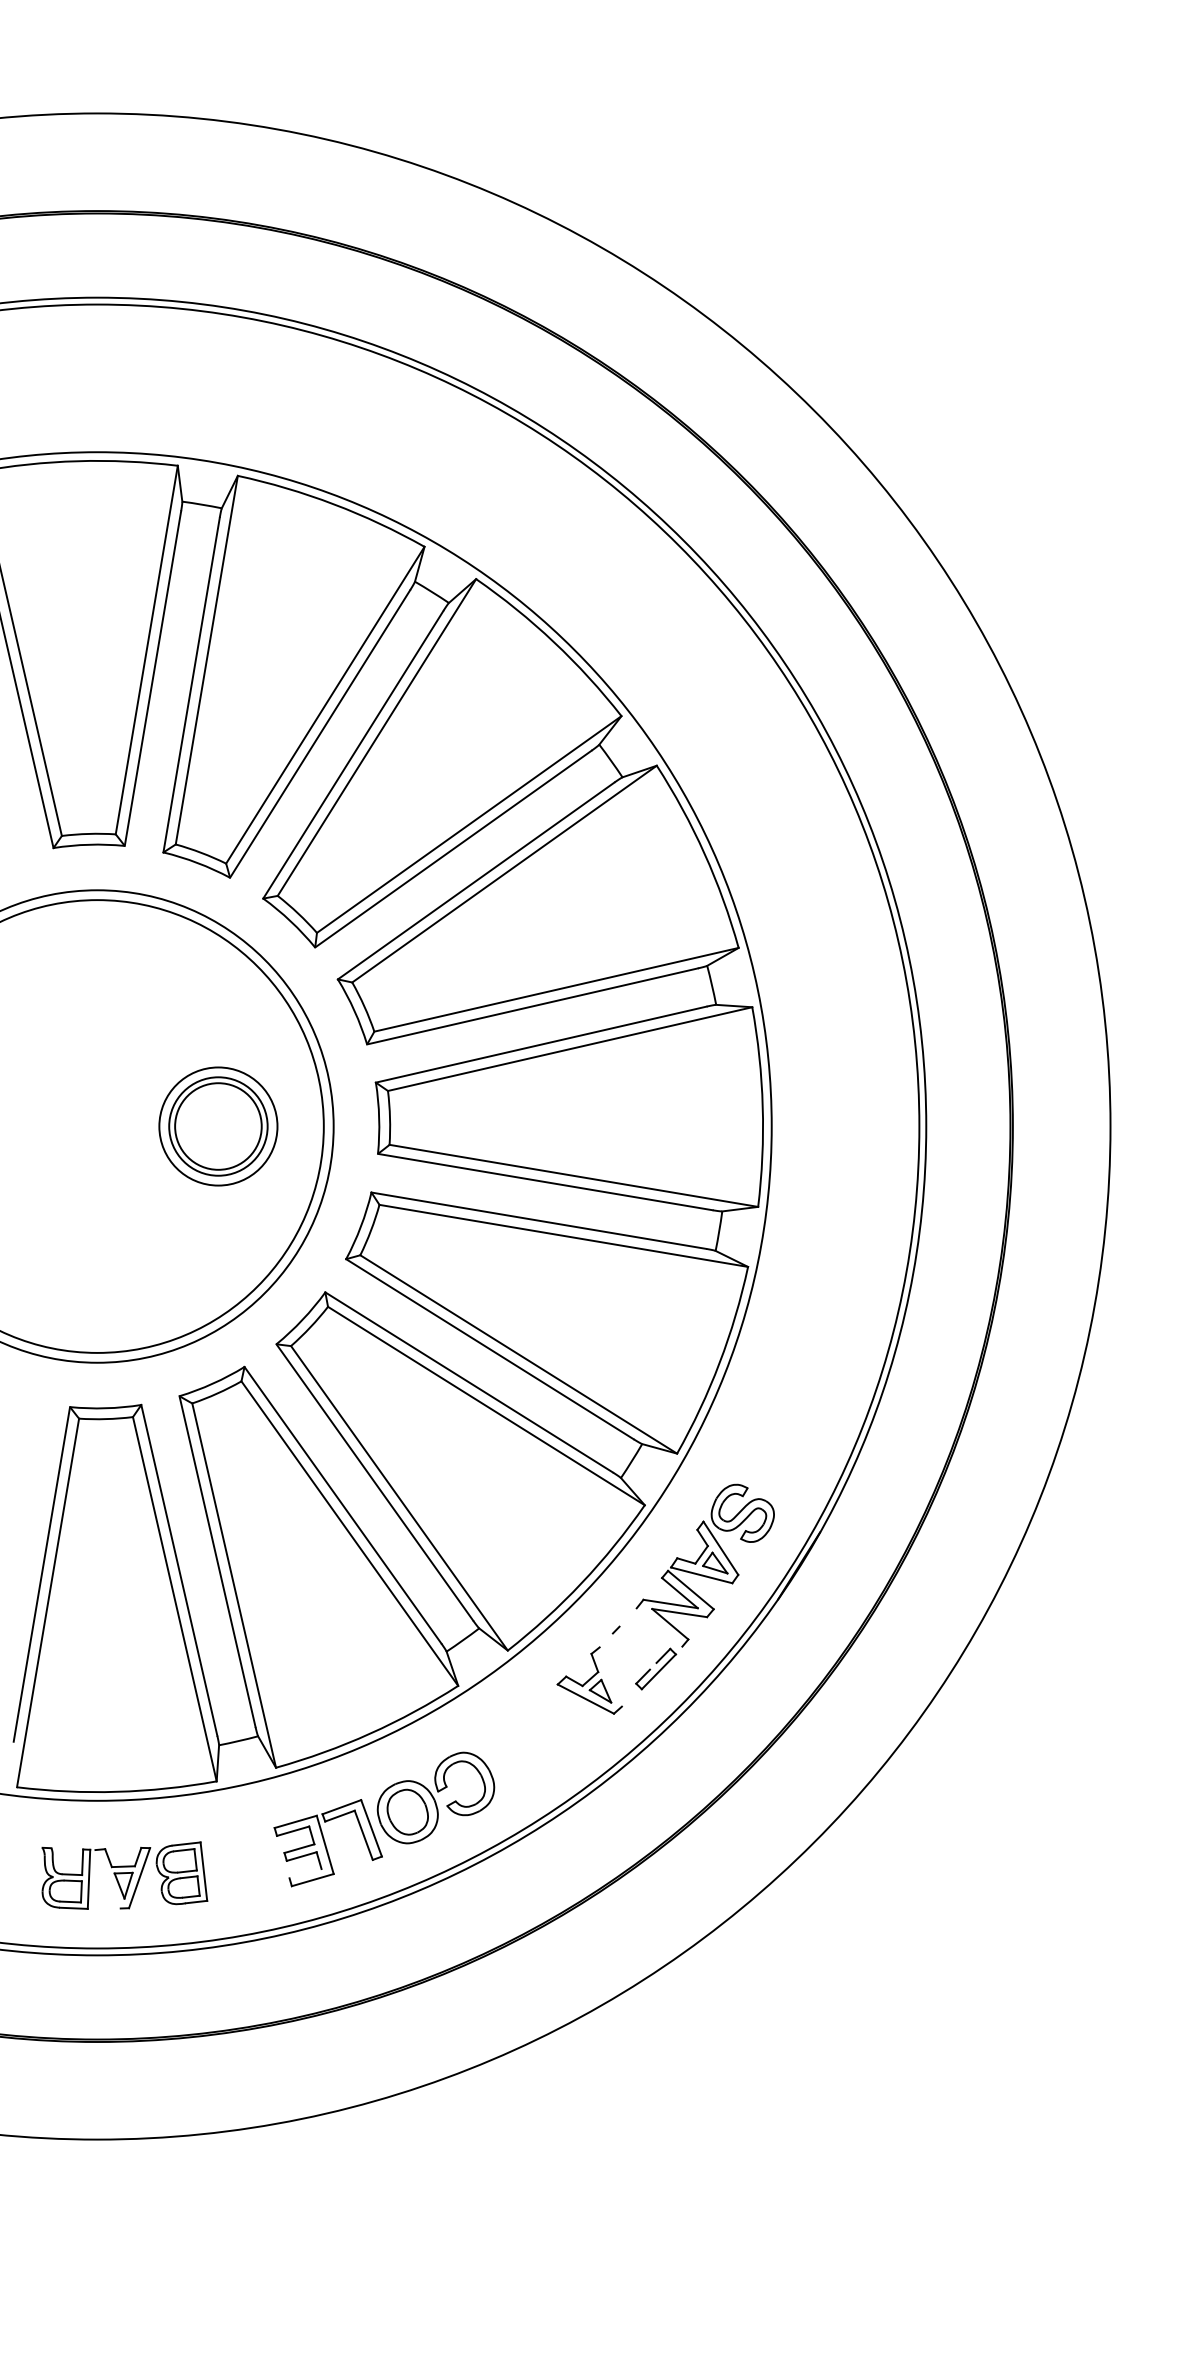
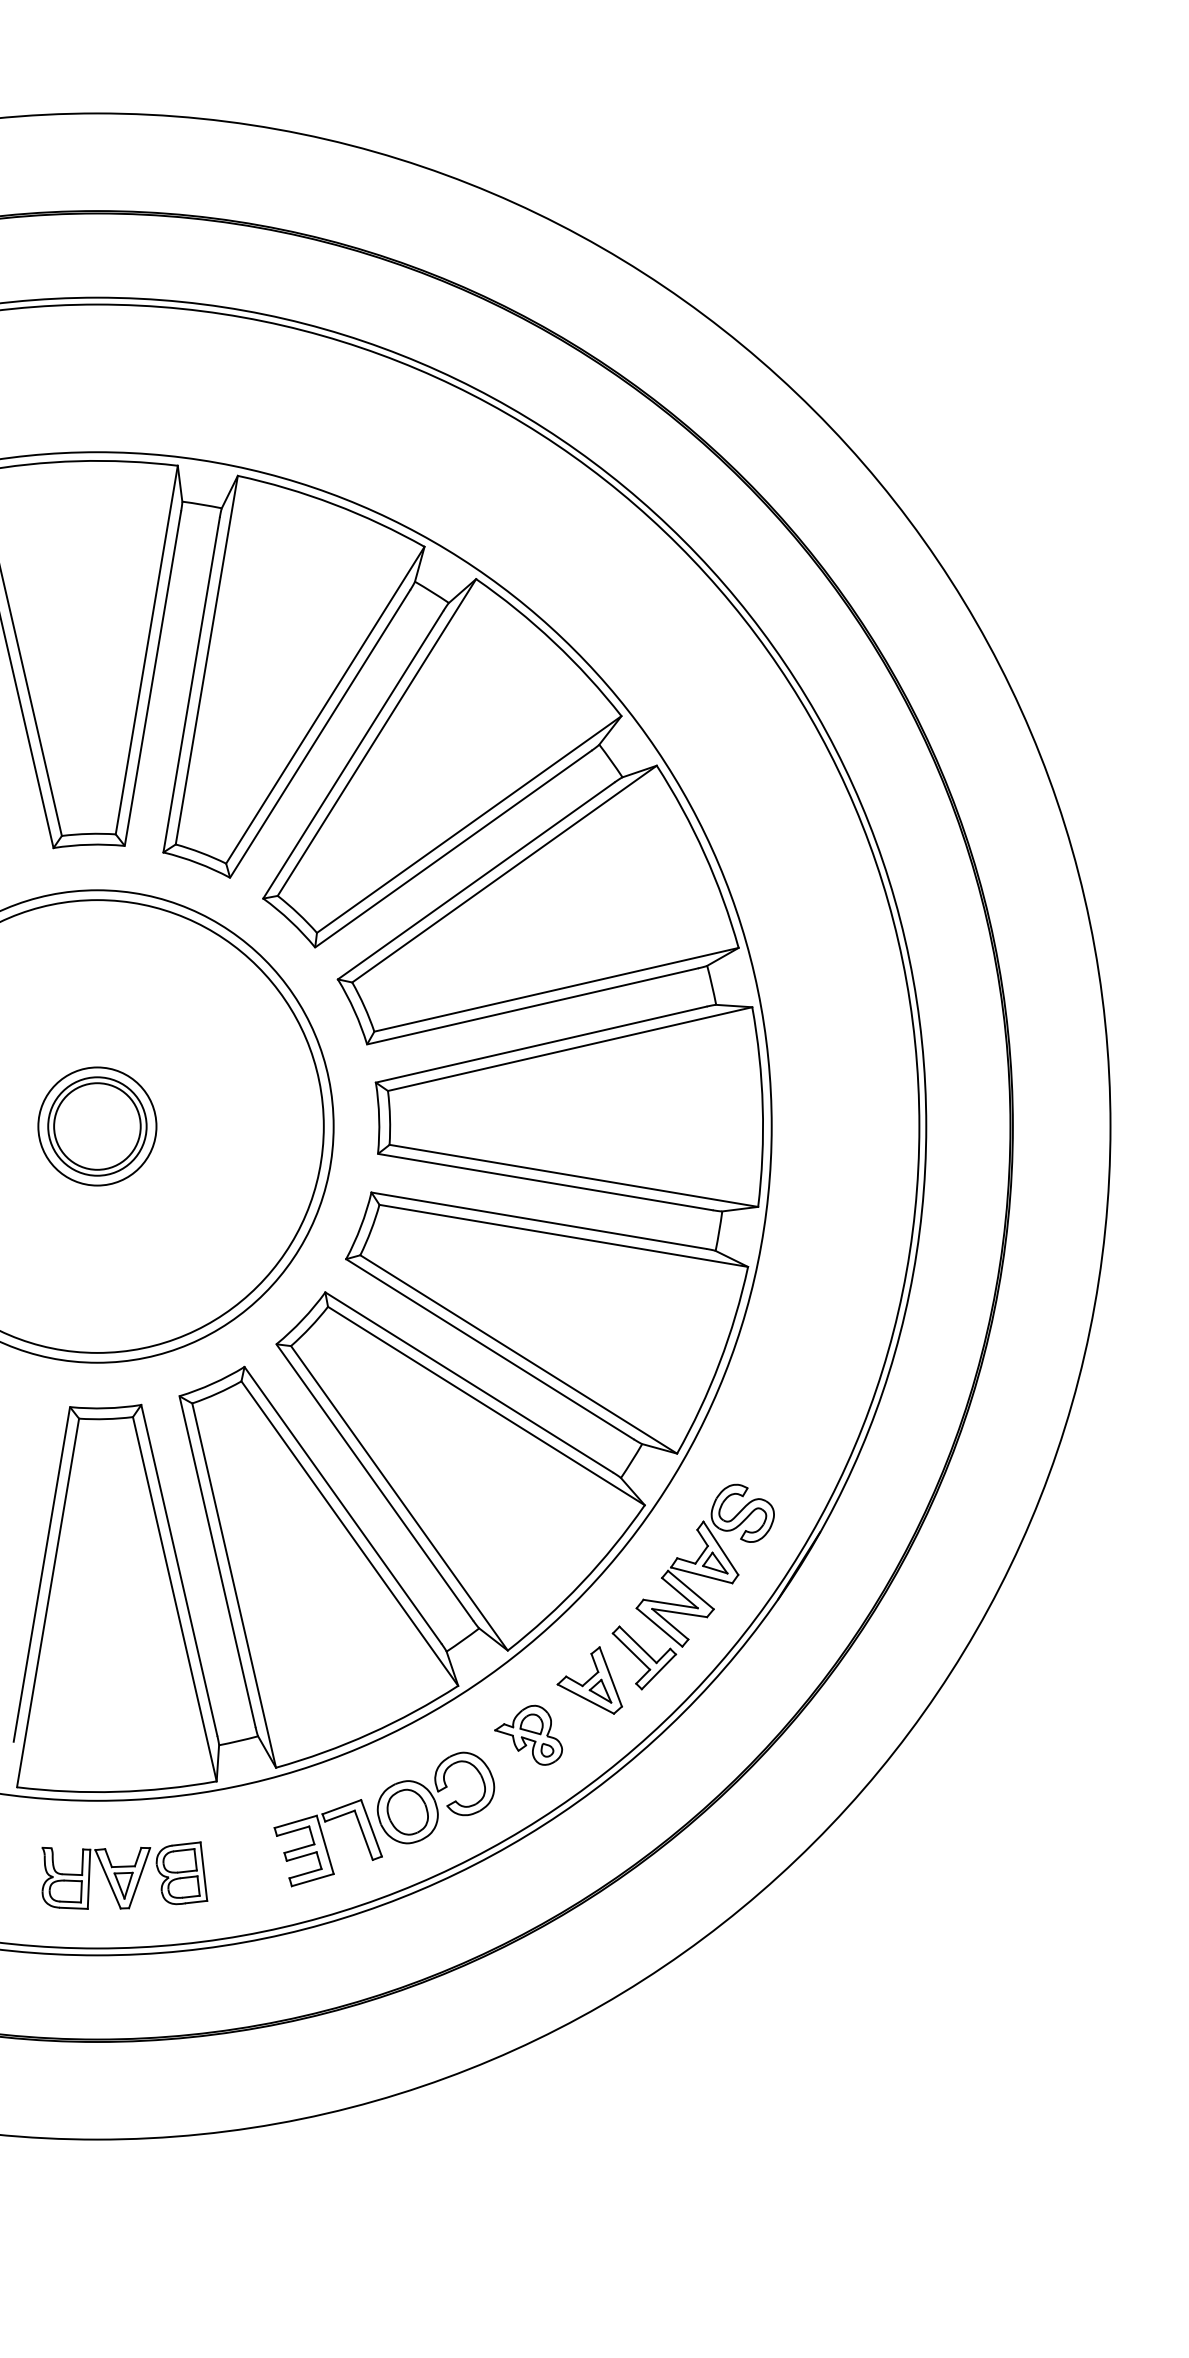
part at (218, 1126) position: (218, 1126) -> (97, 1126)
line at (659, 1627): none -> present
line at (637, 1644): none -> present
line at (630, 1651): none -> present
line at (610, 1676): none -> present
part at (528, 1734): none -> present
line at (305, 1873): none -> present
line at (107, 1879): none -> present
